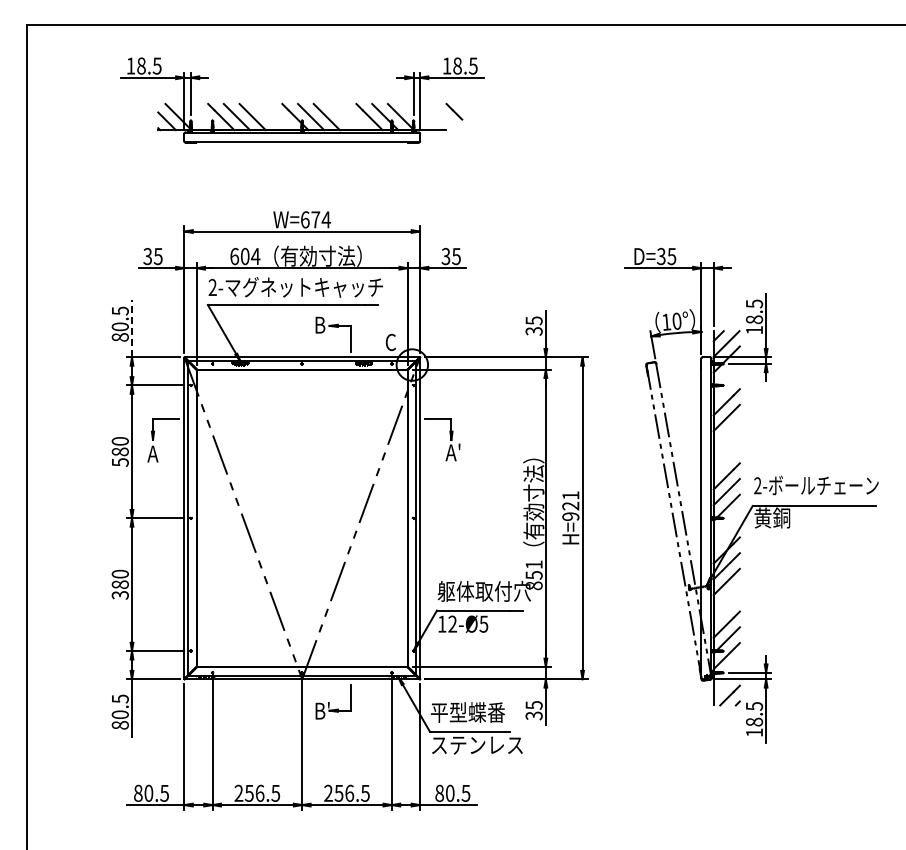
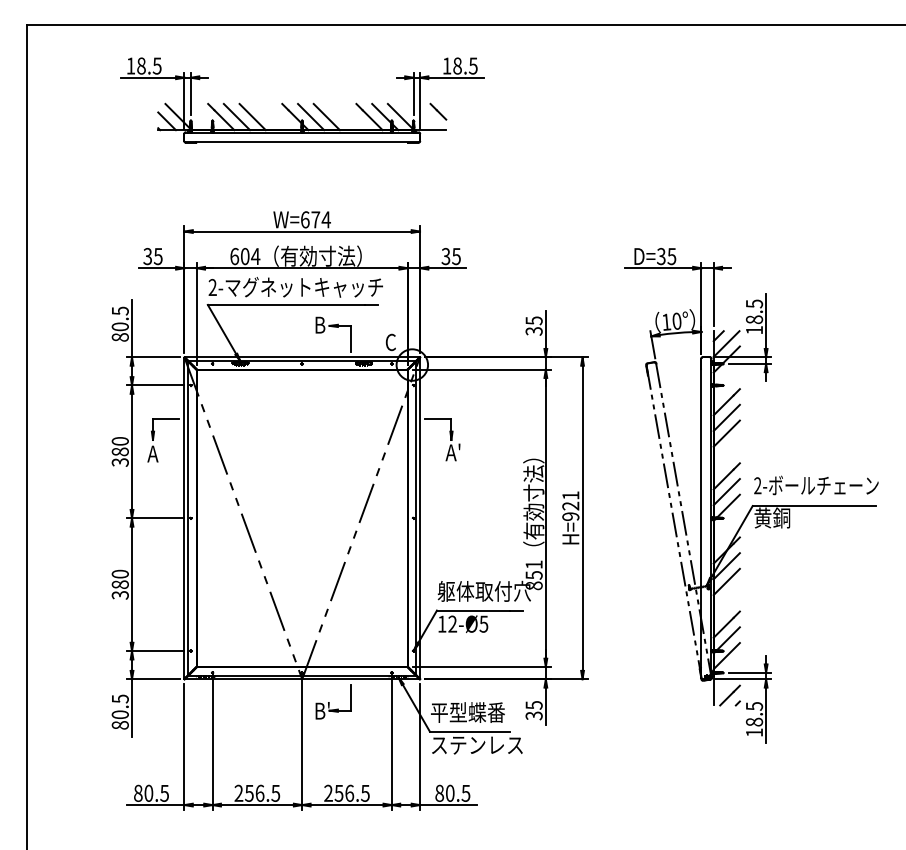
line at (454, 111) position: (454, 111) -> (438, 111)
line at (132, 328): dashed -> solid
line at (726, 433): none -> present
text at (119, 462): 580 -> 380
